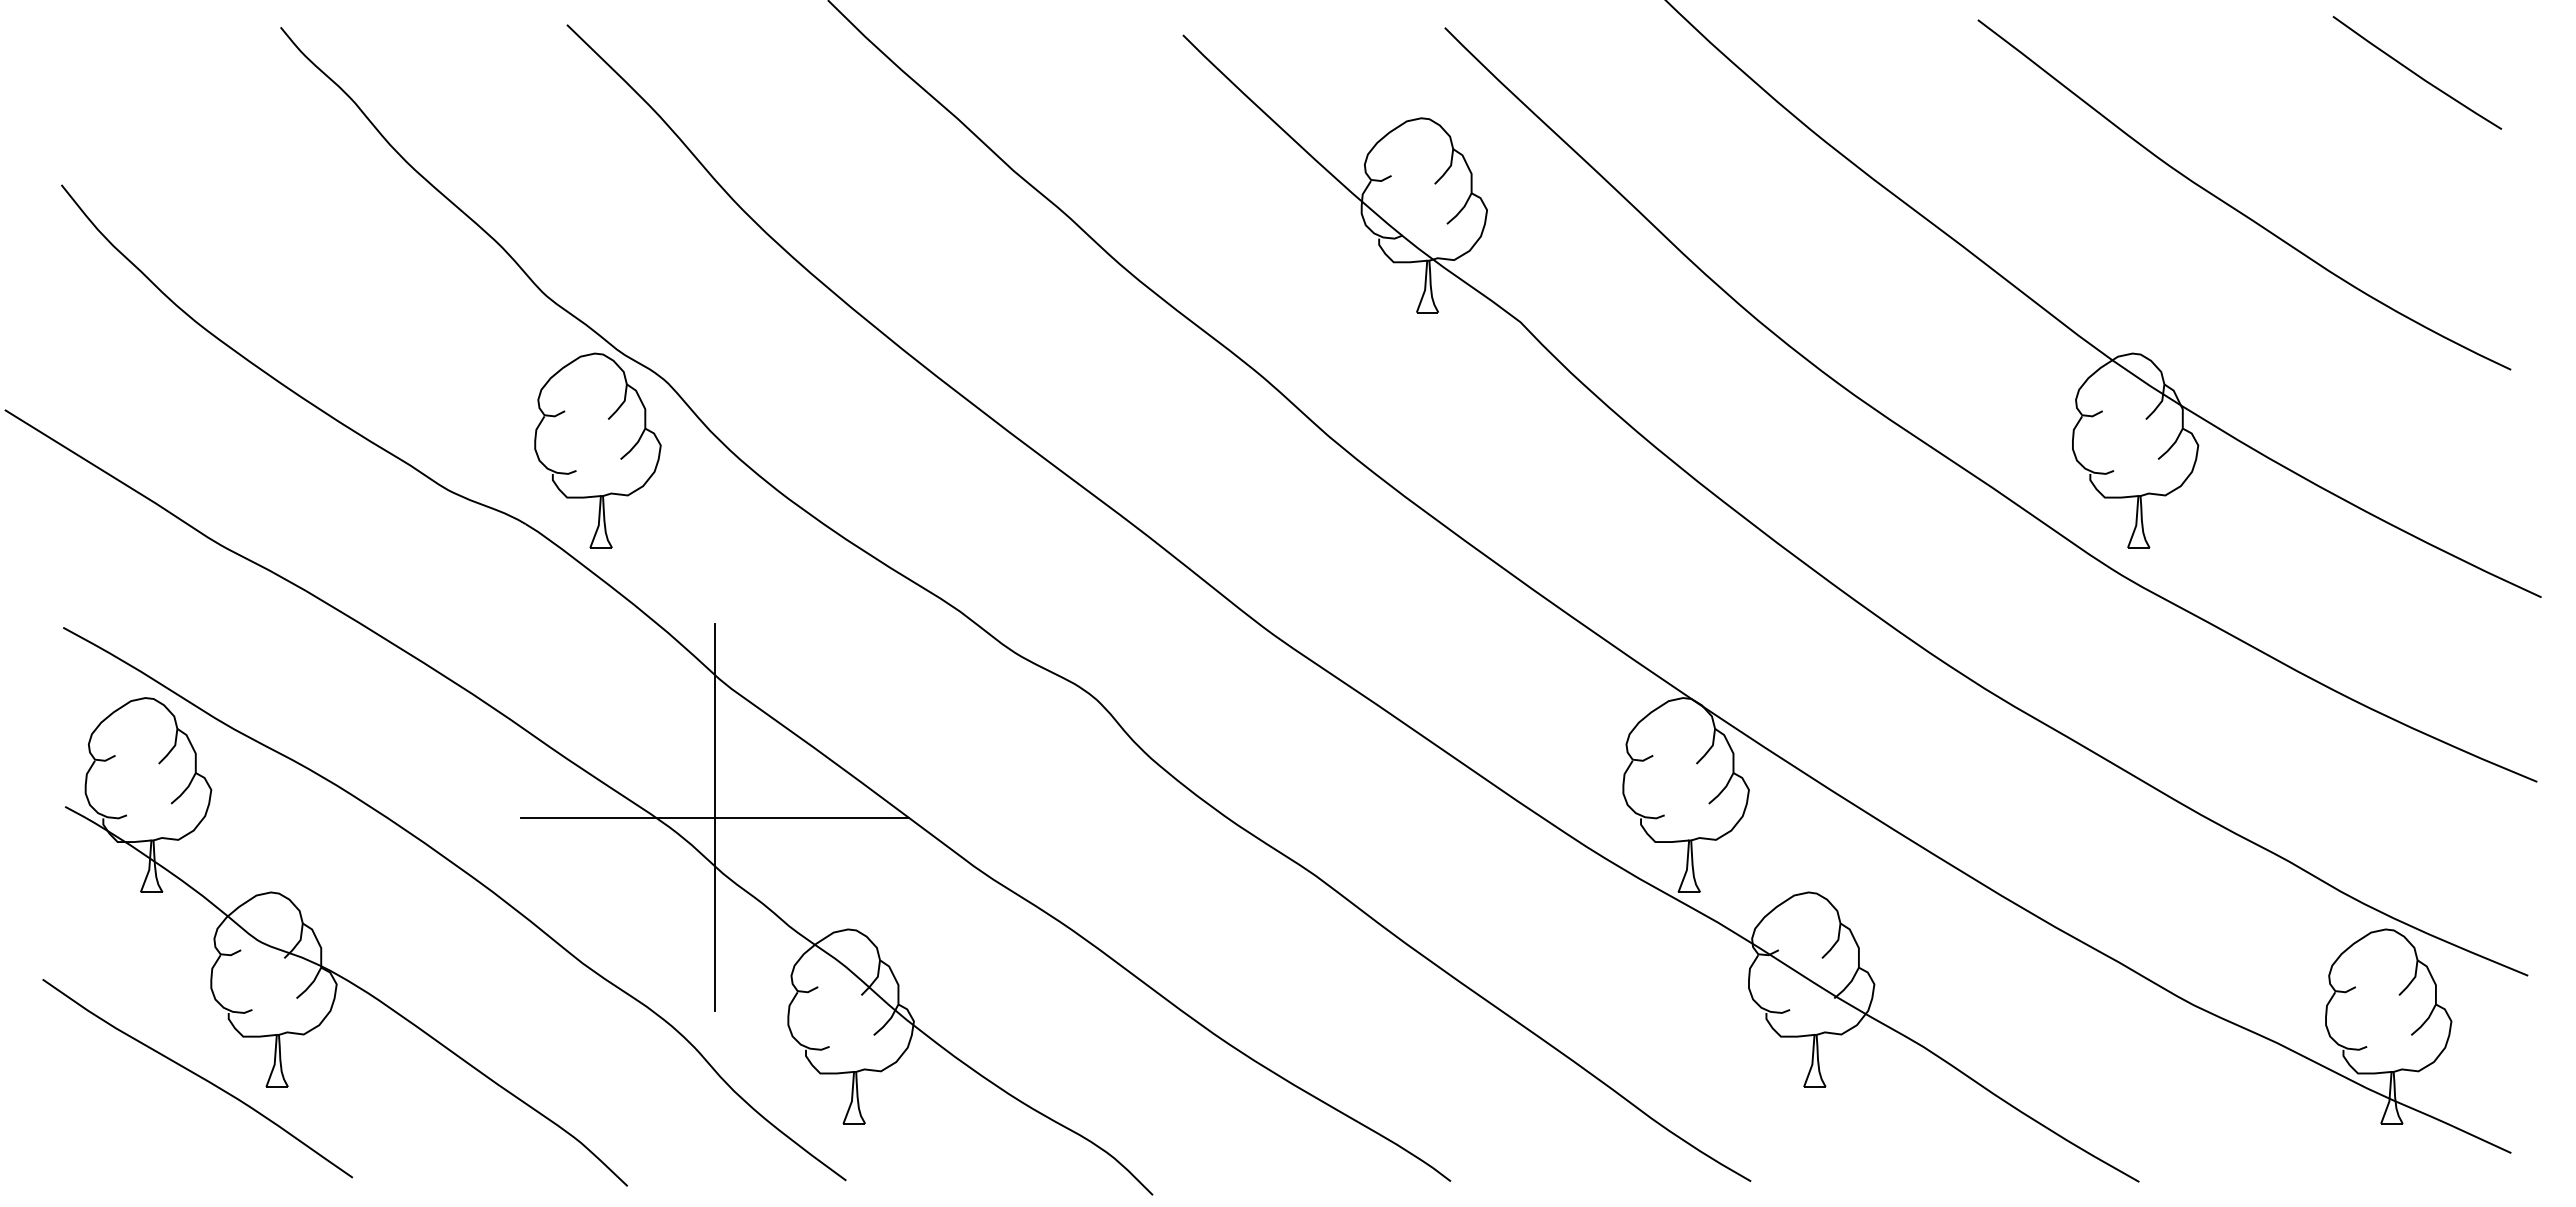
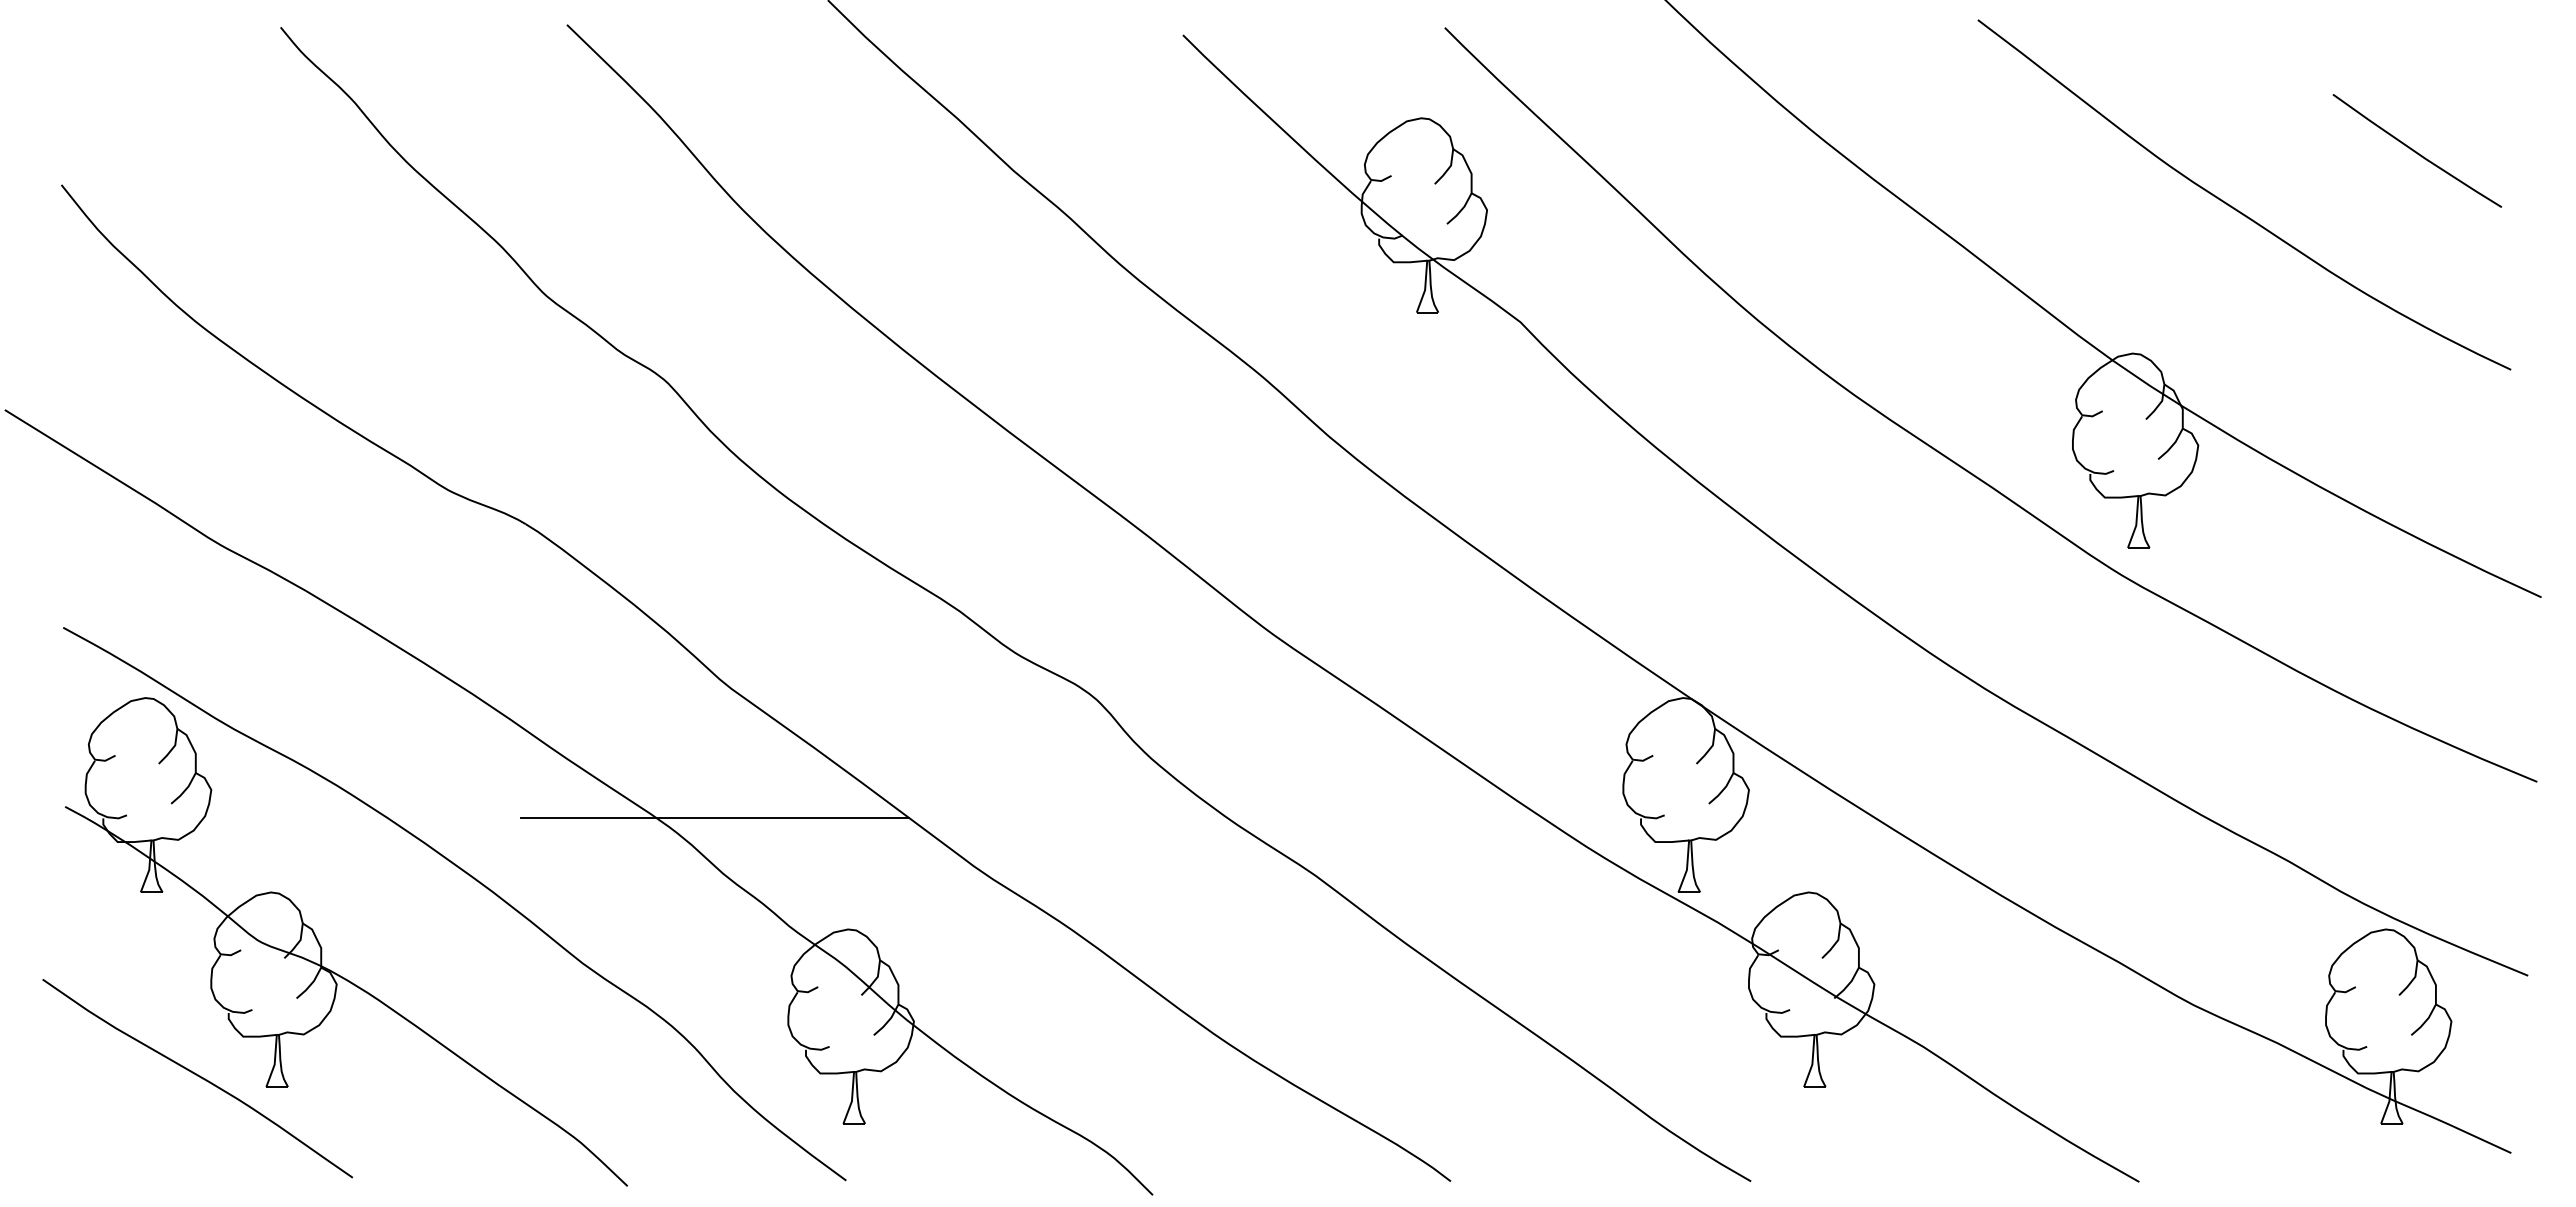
line at (2416, 73) position: (2416, 73) -> (2416, 151)
part at (620, 458): present -> none
line at (714, 817): present -> none
